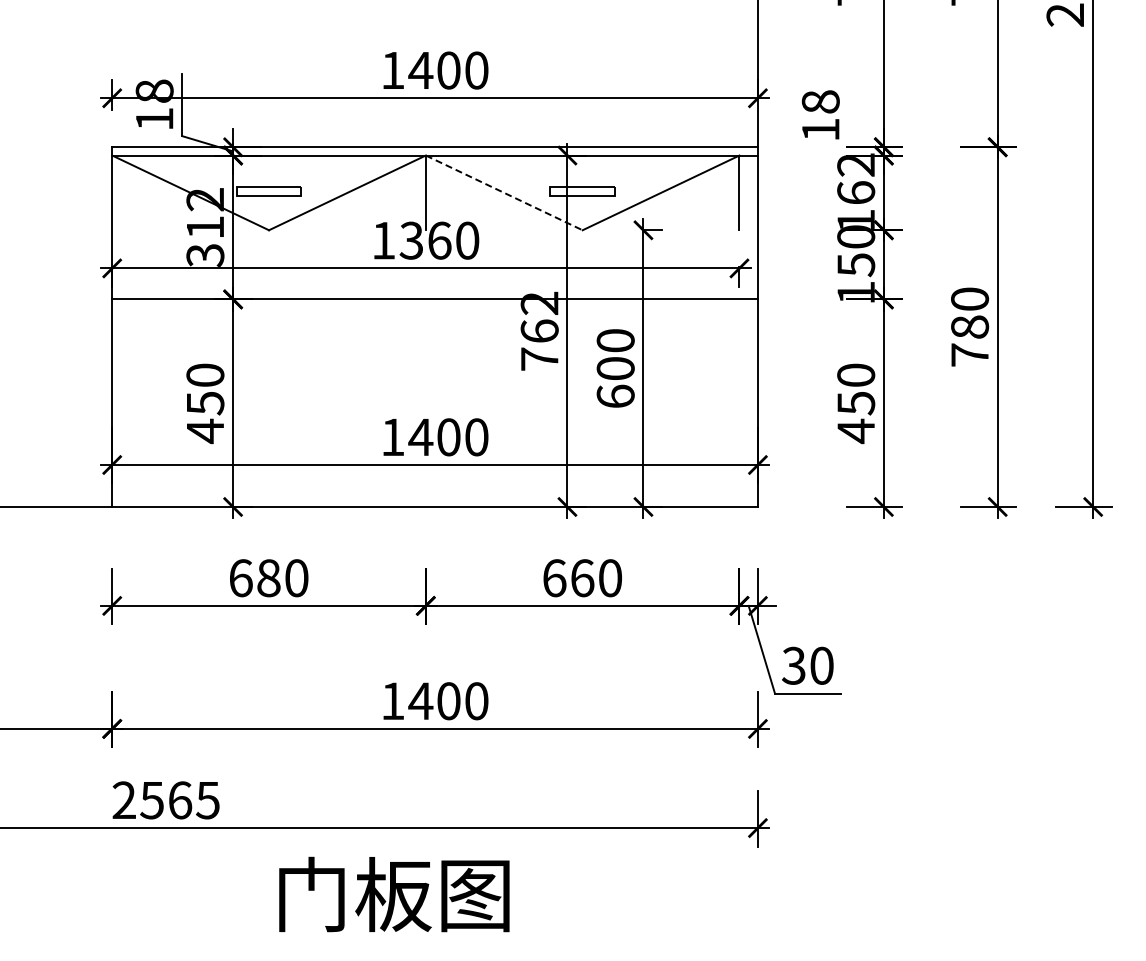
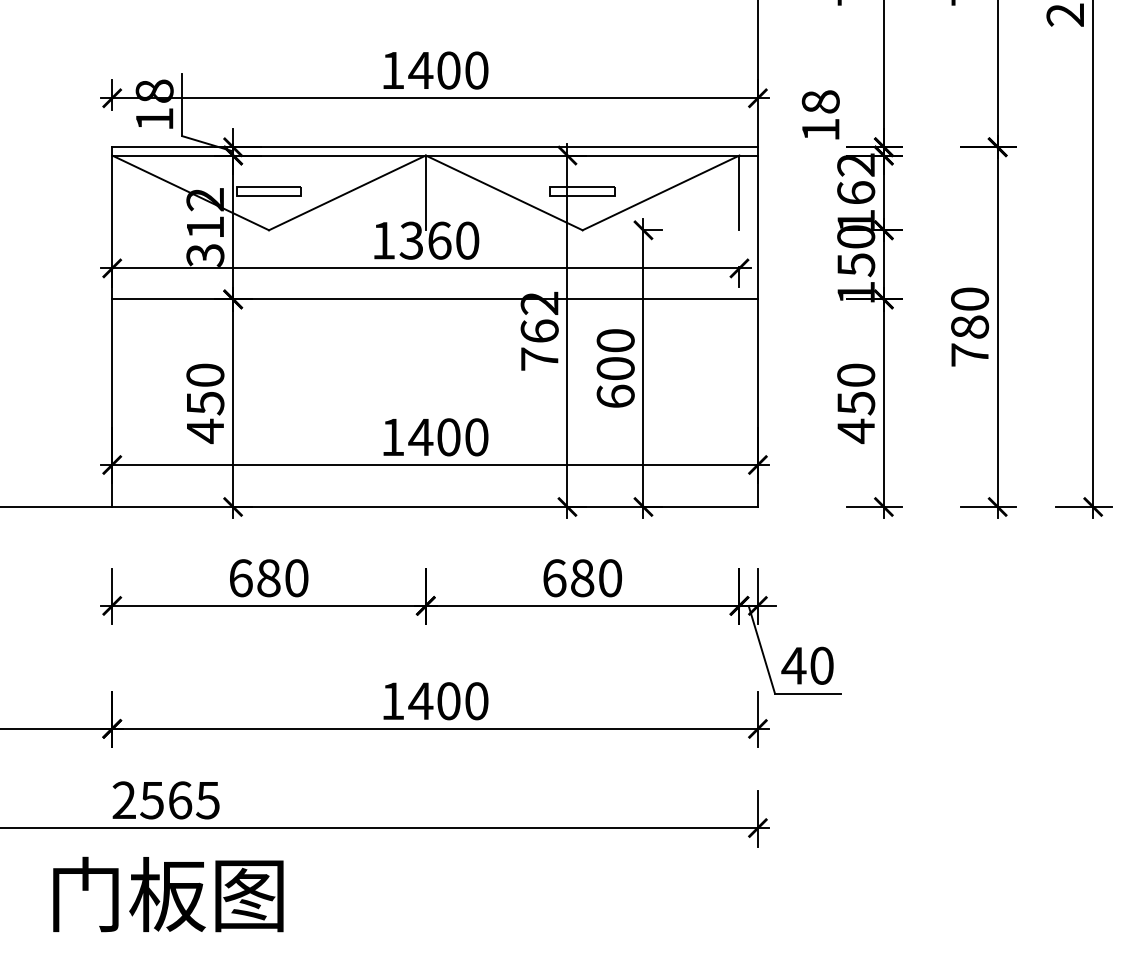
line at (504, 192): dashed -> solid
text at (582, 578): 660 -> 680
text at (793, 665): 30 -> 40
text at (394, 894) position: (394, 894) -> (168, 894)
